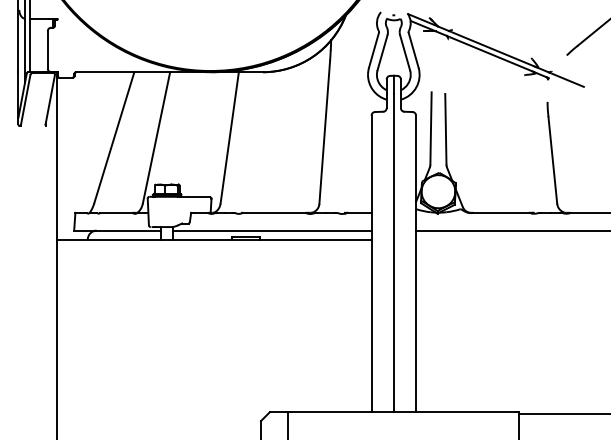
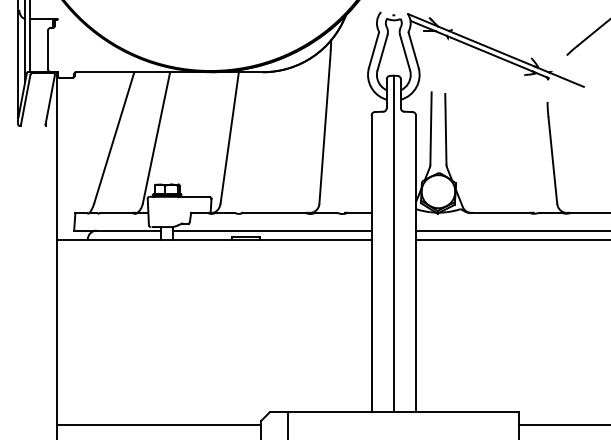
line at (511, 239): none -> present
line at (563, 414) position: (563, 414) -> (563, 425)
line at (159, 425): none -> present
